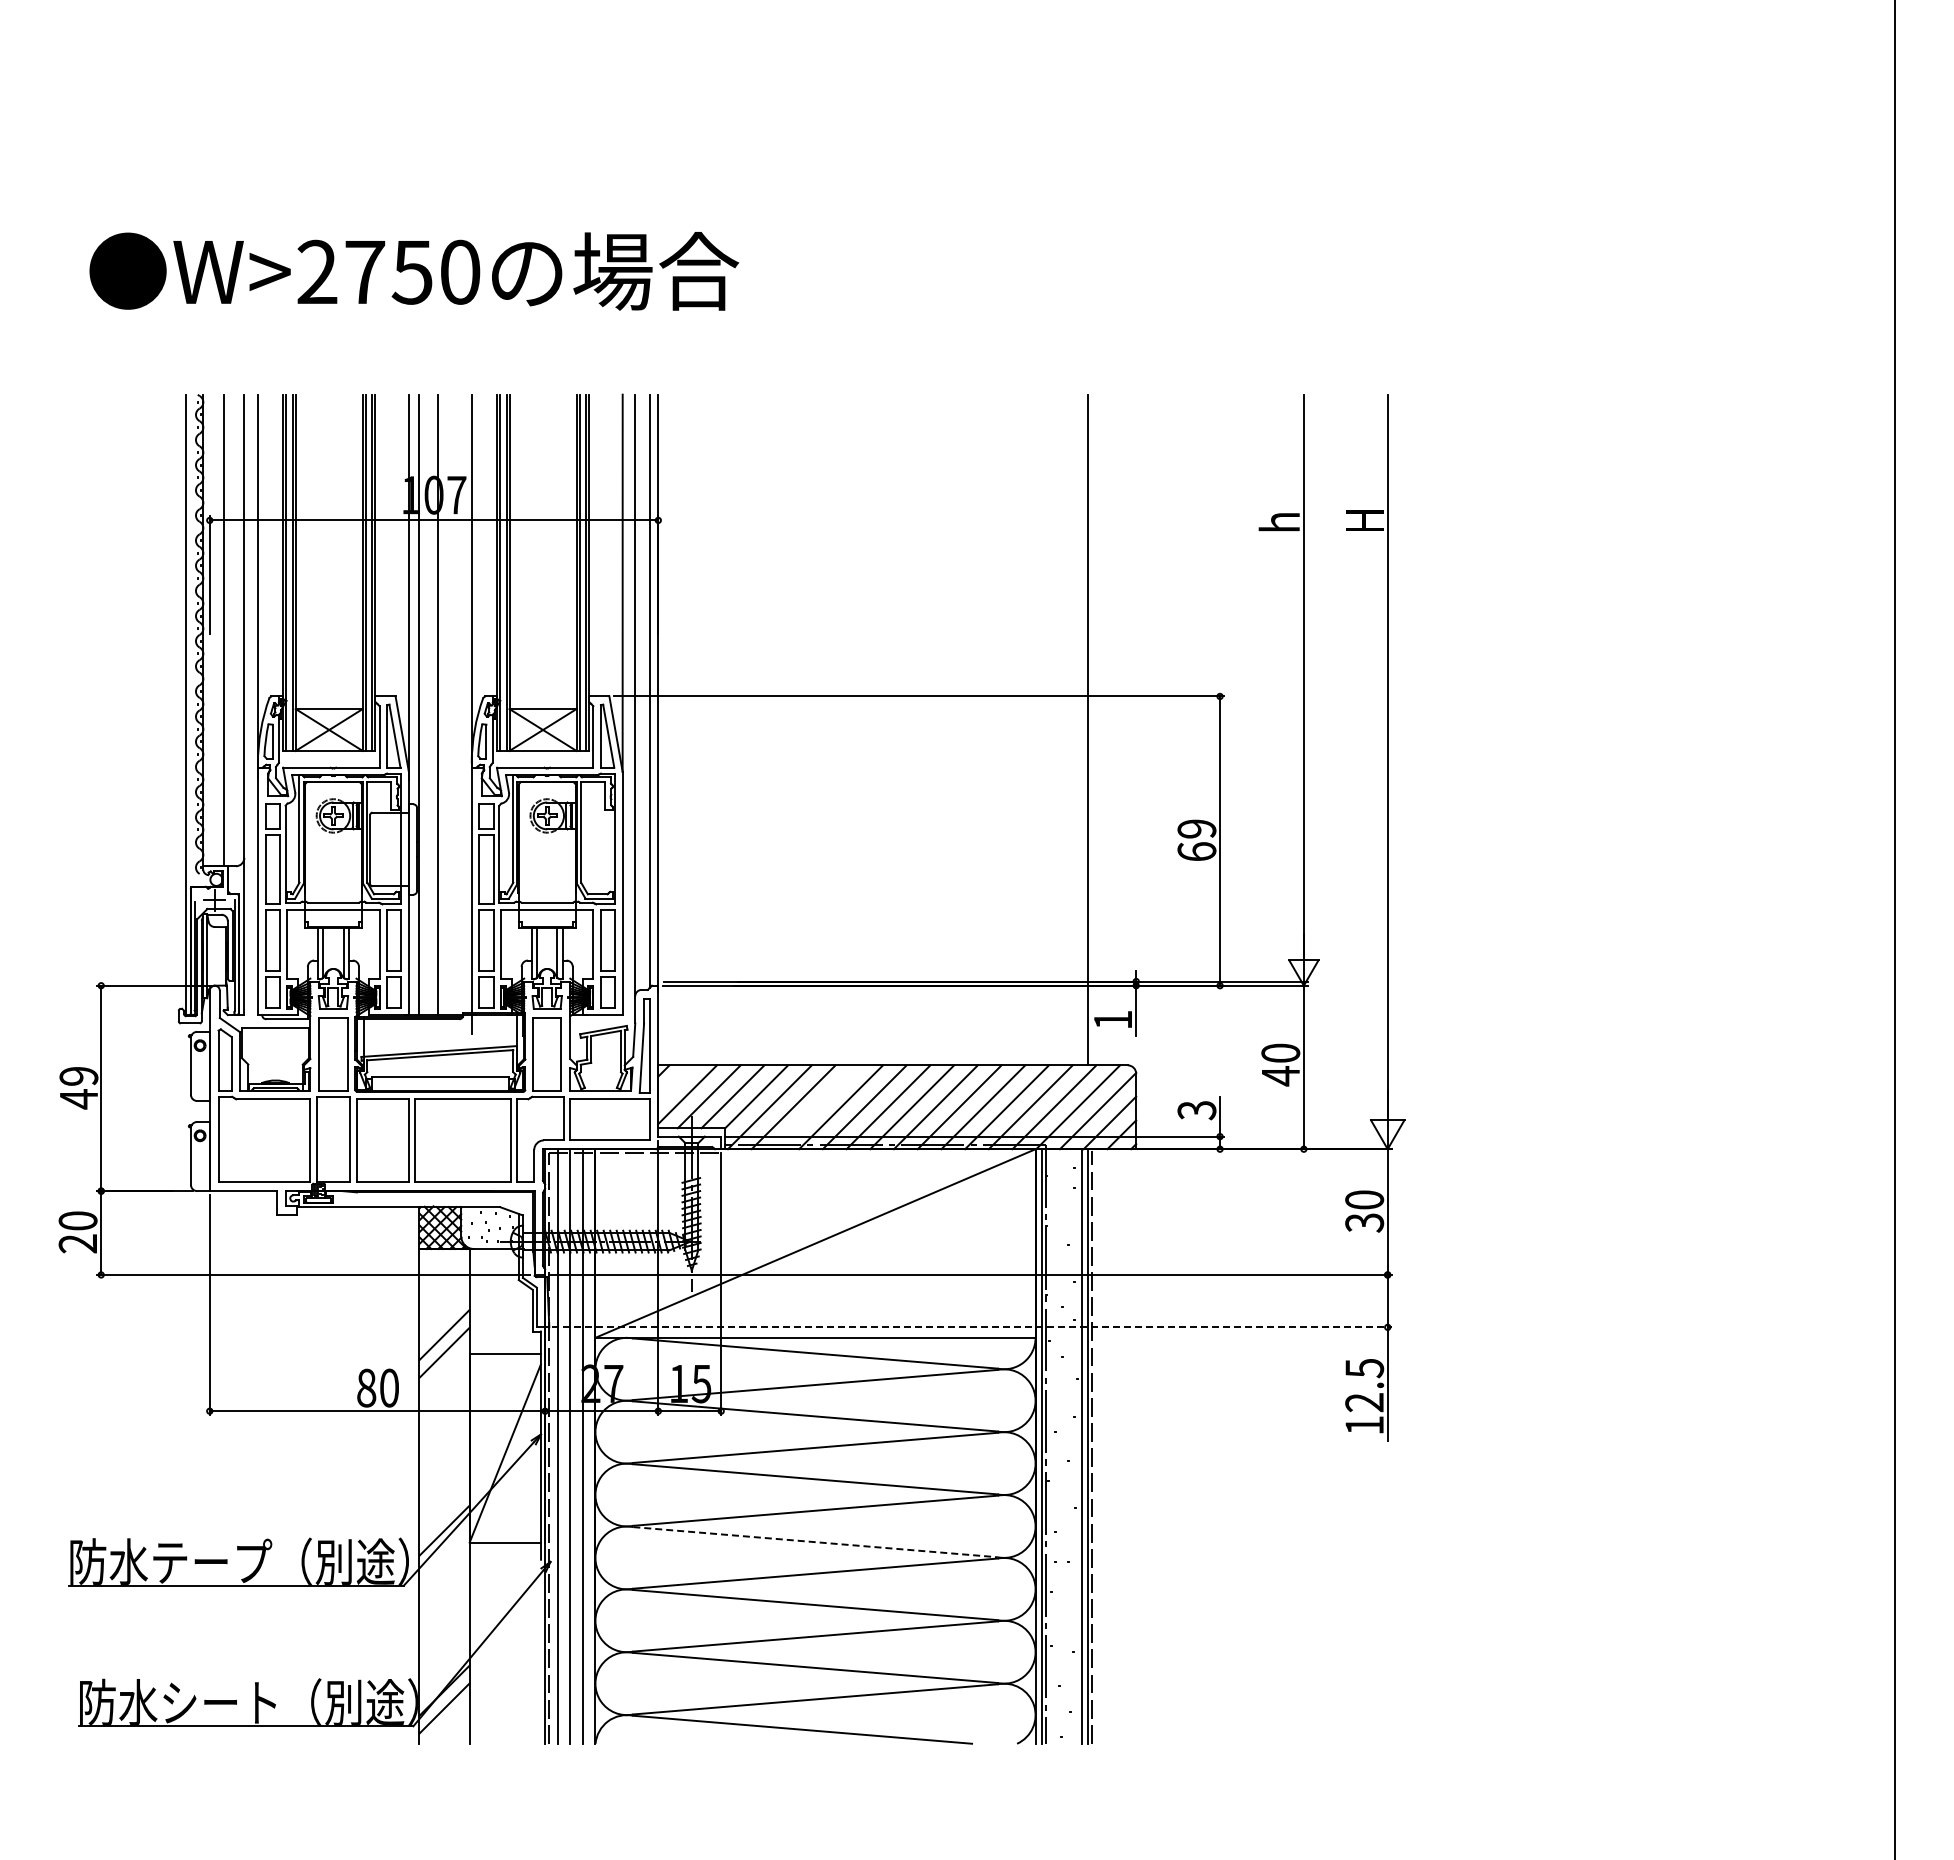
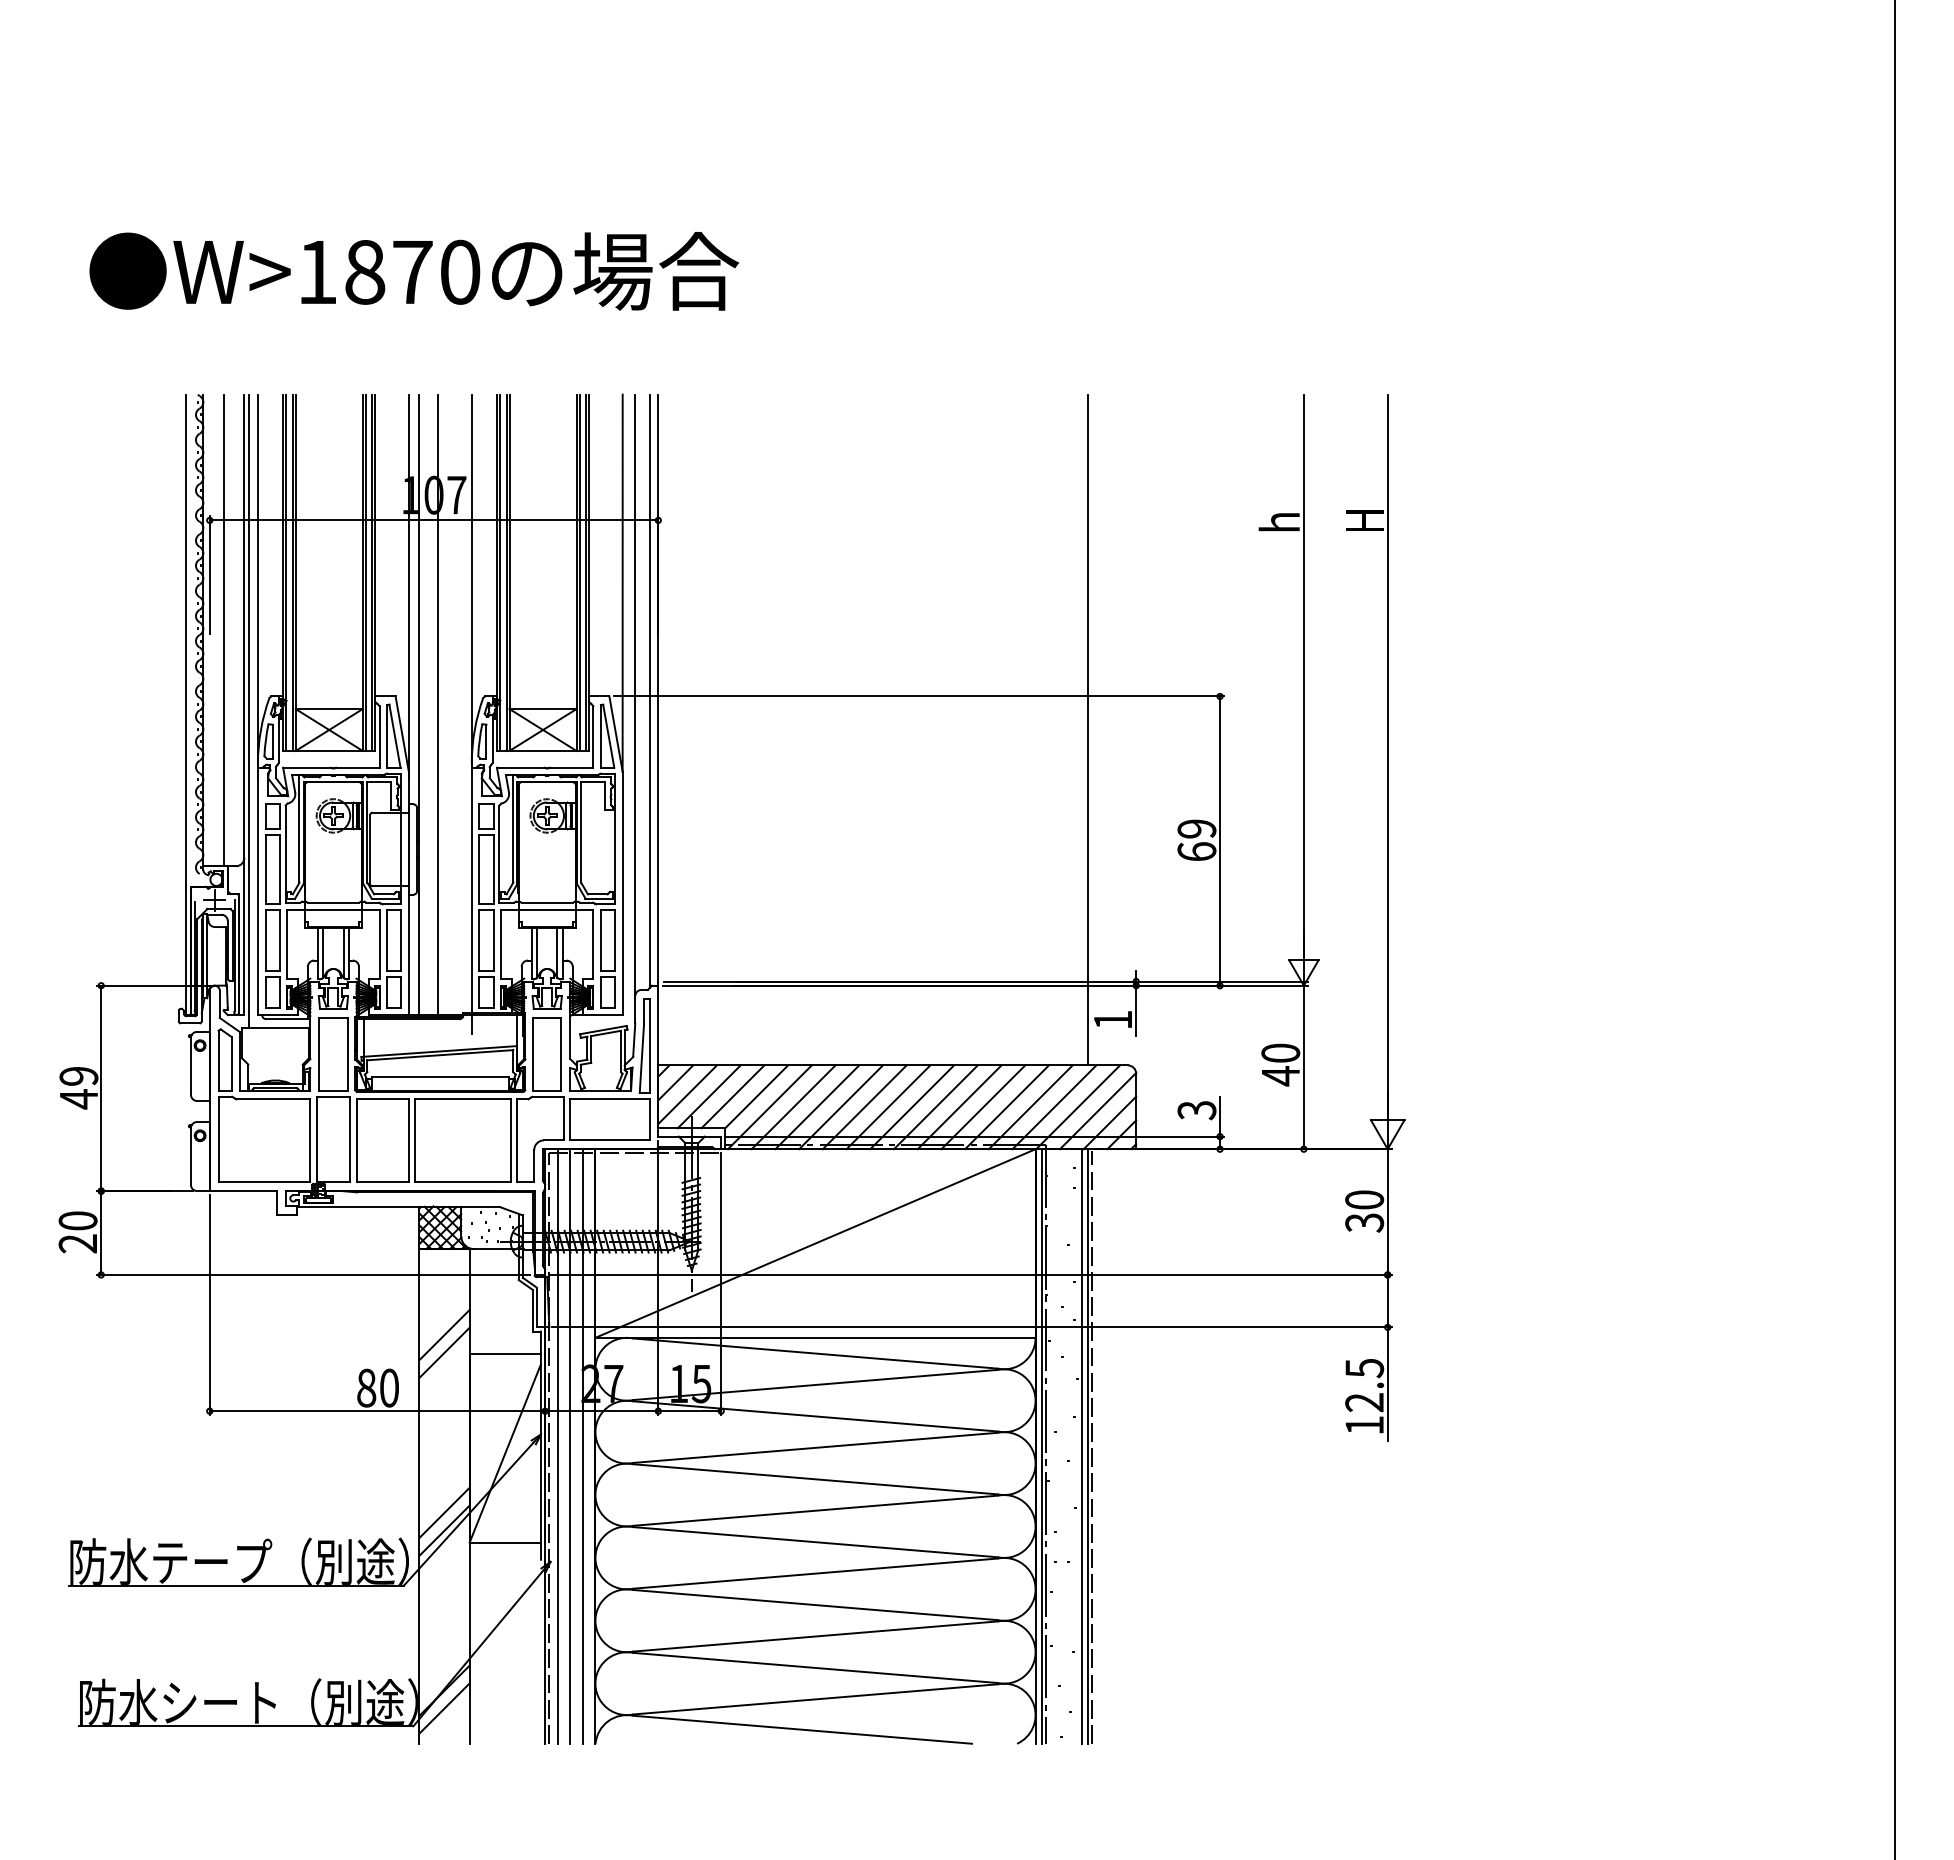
text at (364, 271): W>2750 -> W>1870
line at (248, 710): none -> present
line at (675, 1082): none -> present
line at (817, 1107): none -> present
line at (972, 1327): dashed -> solid
line at (444, 1512): none -> present
line at (815, 1542): dashed -> solid
